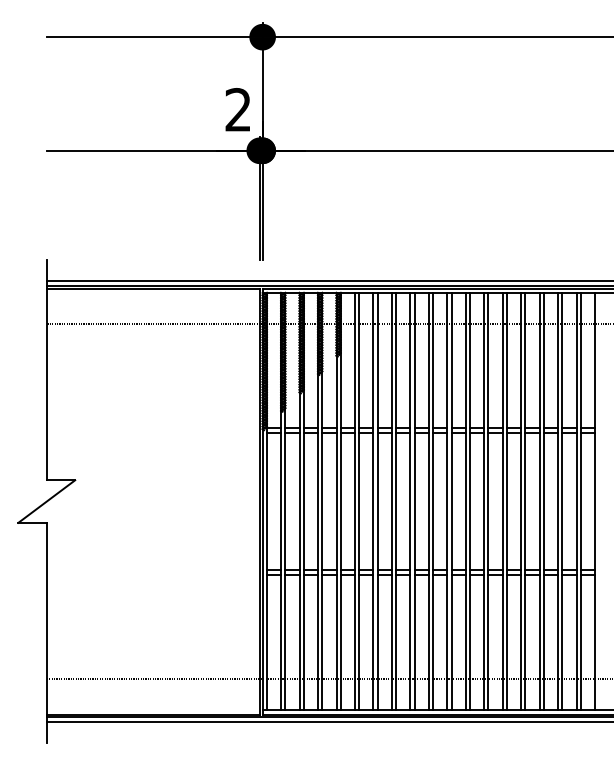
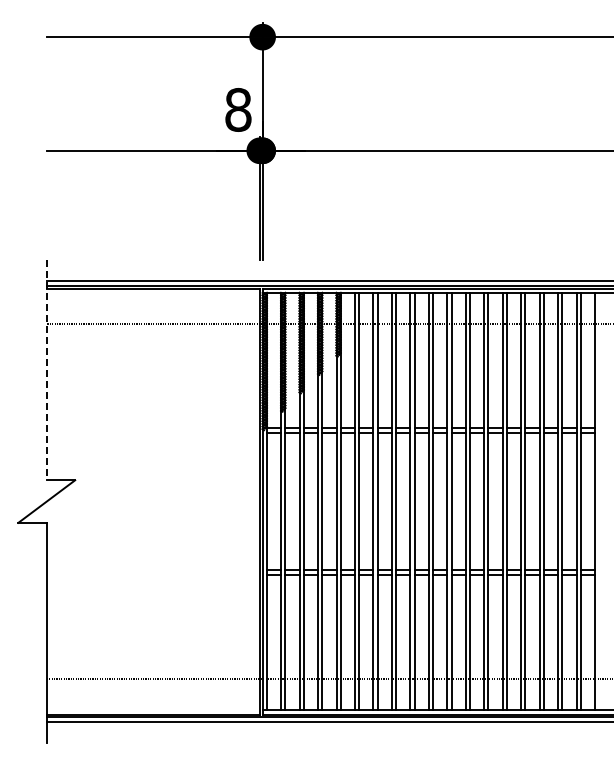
text at (238, 109): 2 -> 8
line at (46, 370): solid -> dashed
